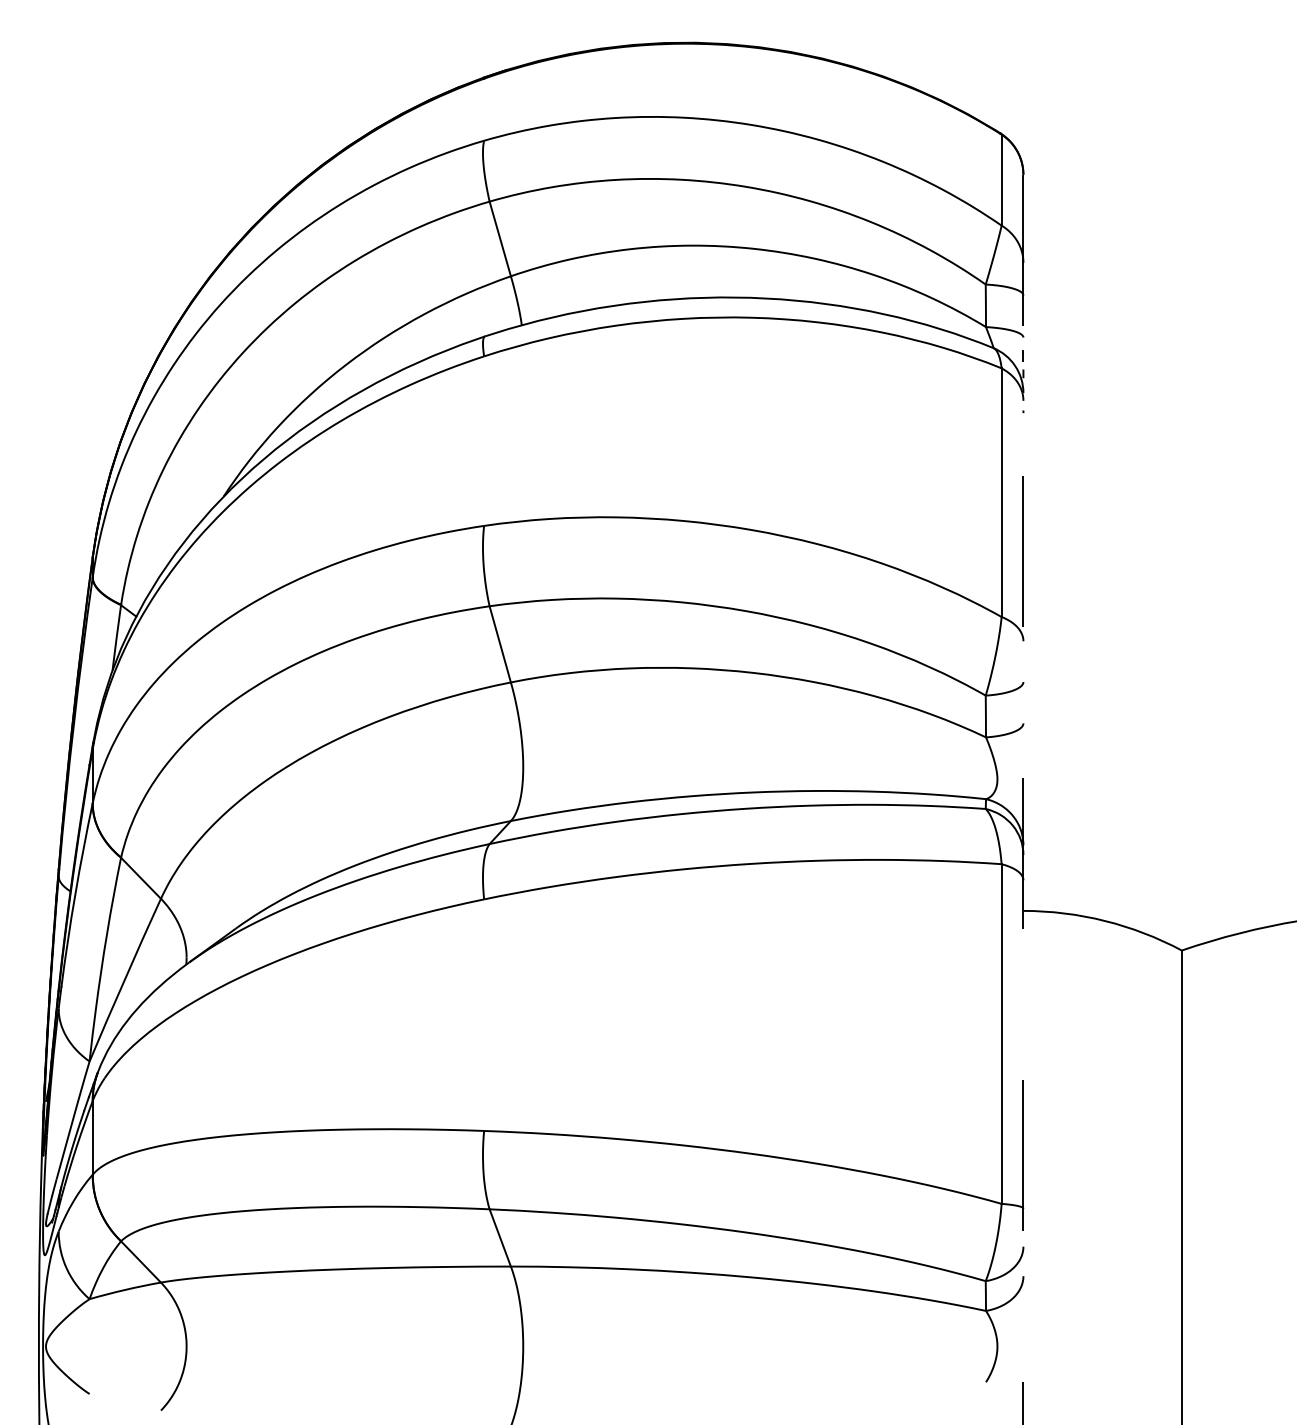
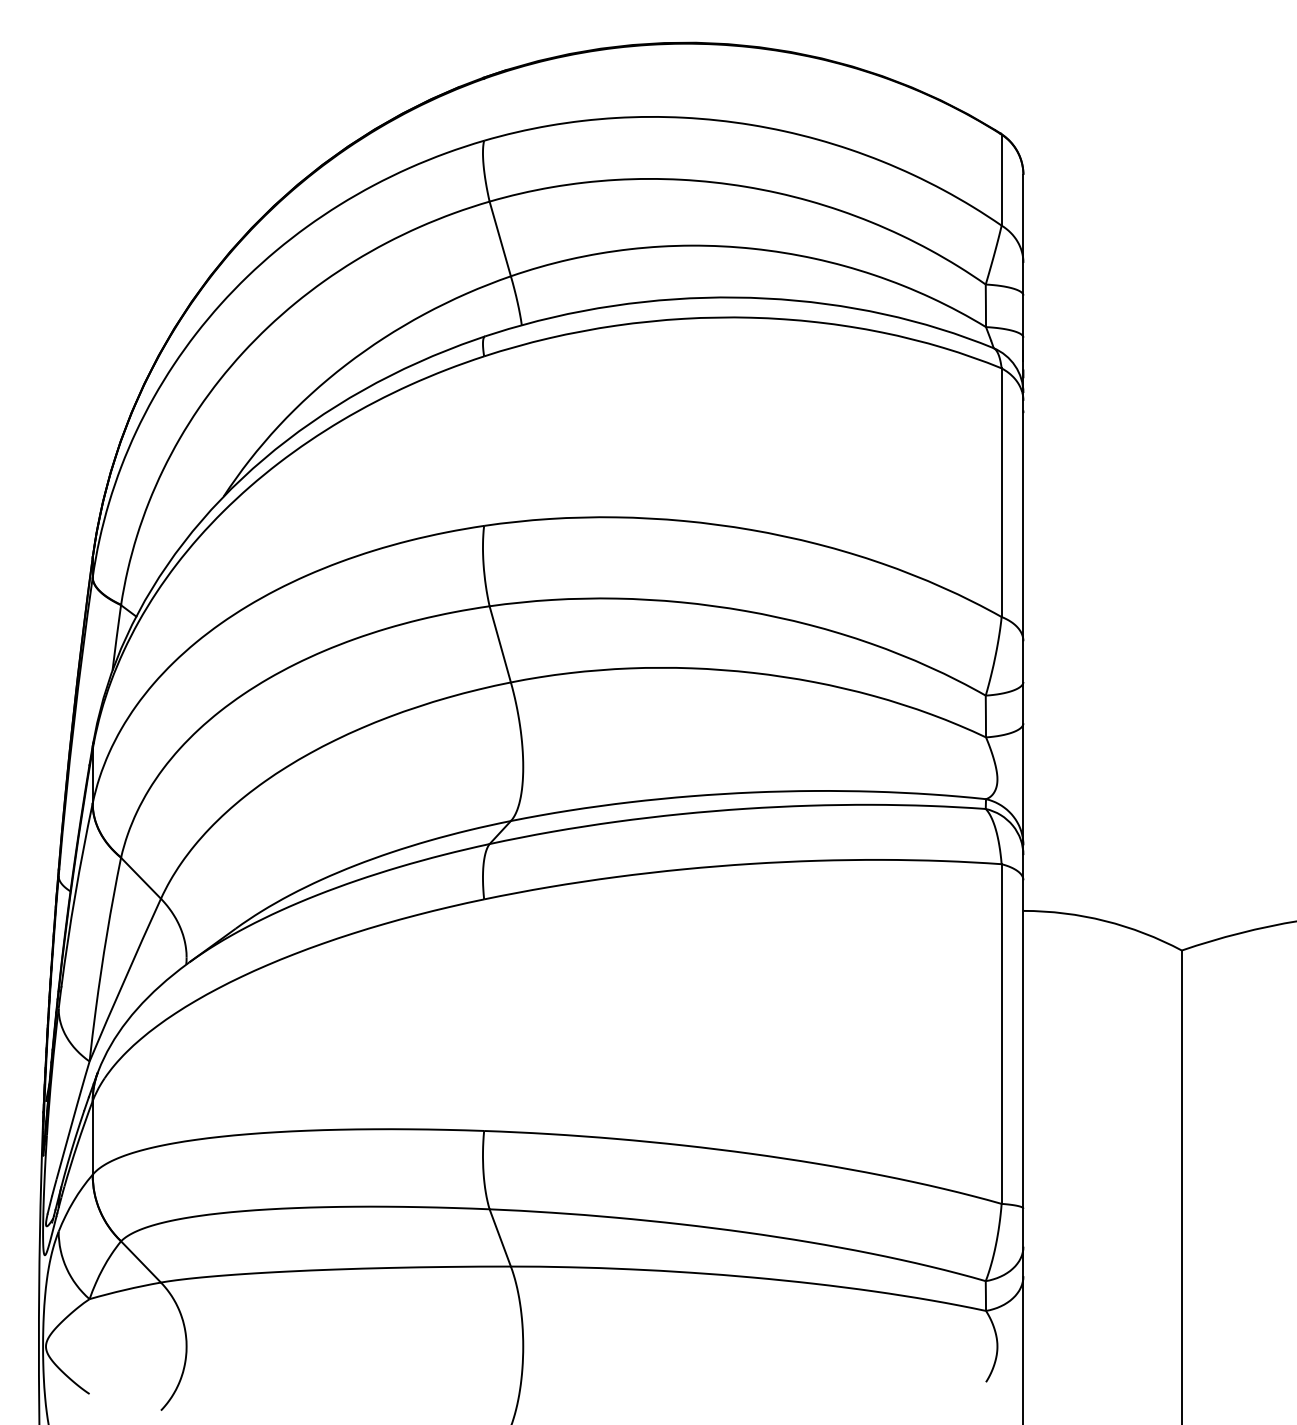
line at (1023, 799): dashed -> solid
